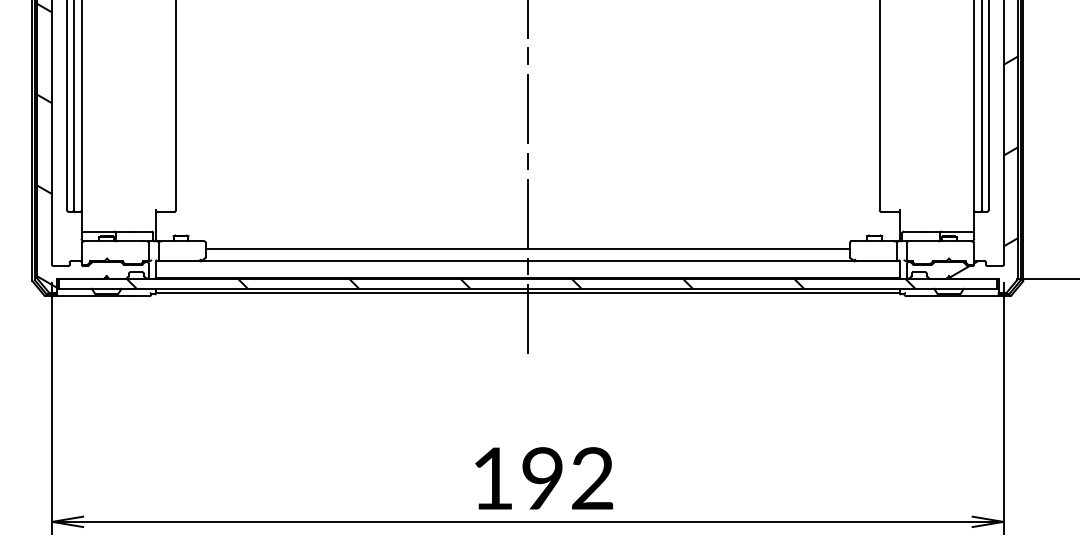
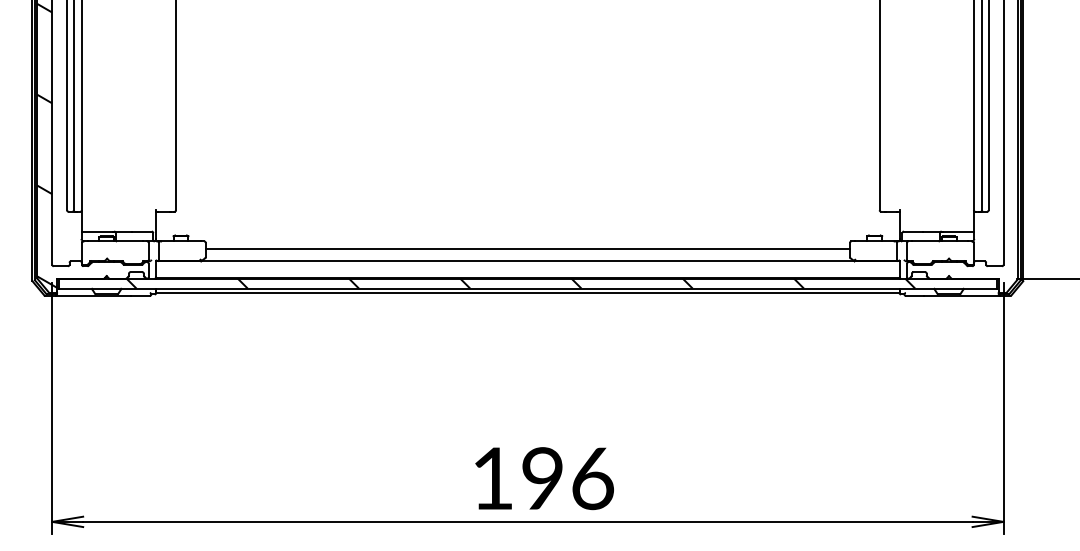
hatch at (984, 166): present -> none
line at (527, 178): present -> none
text at (592, 478): 192 -> 196
